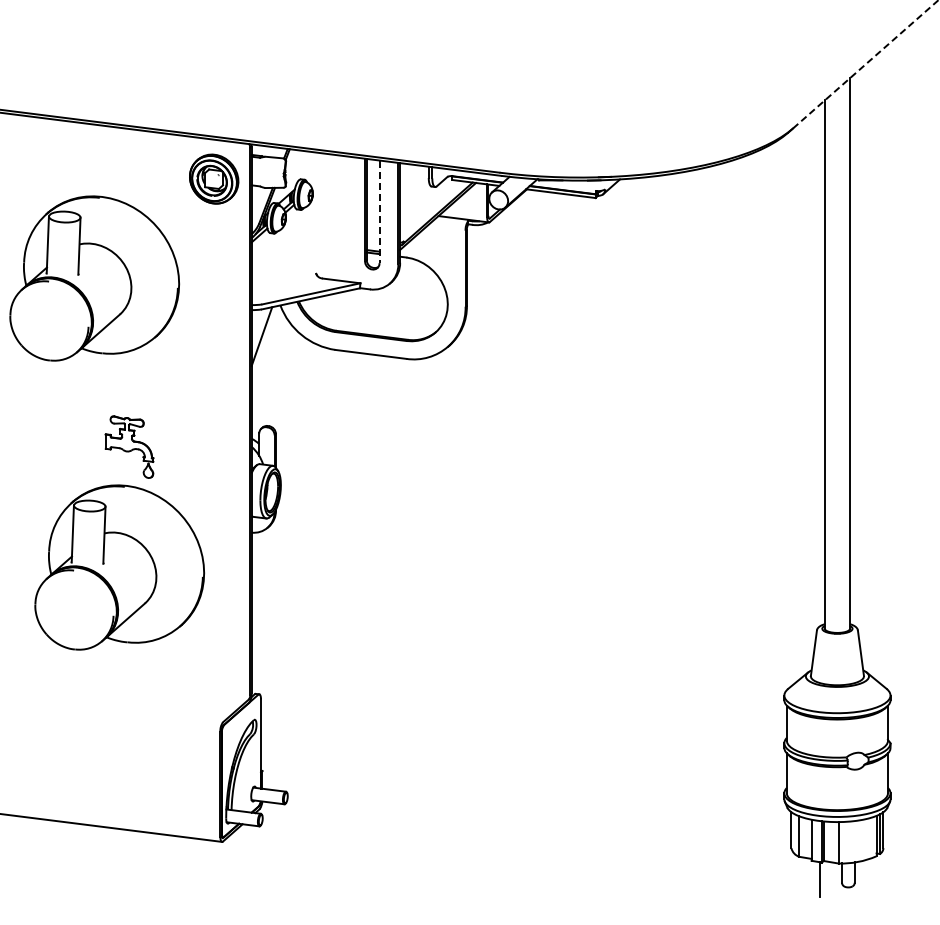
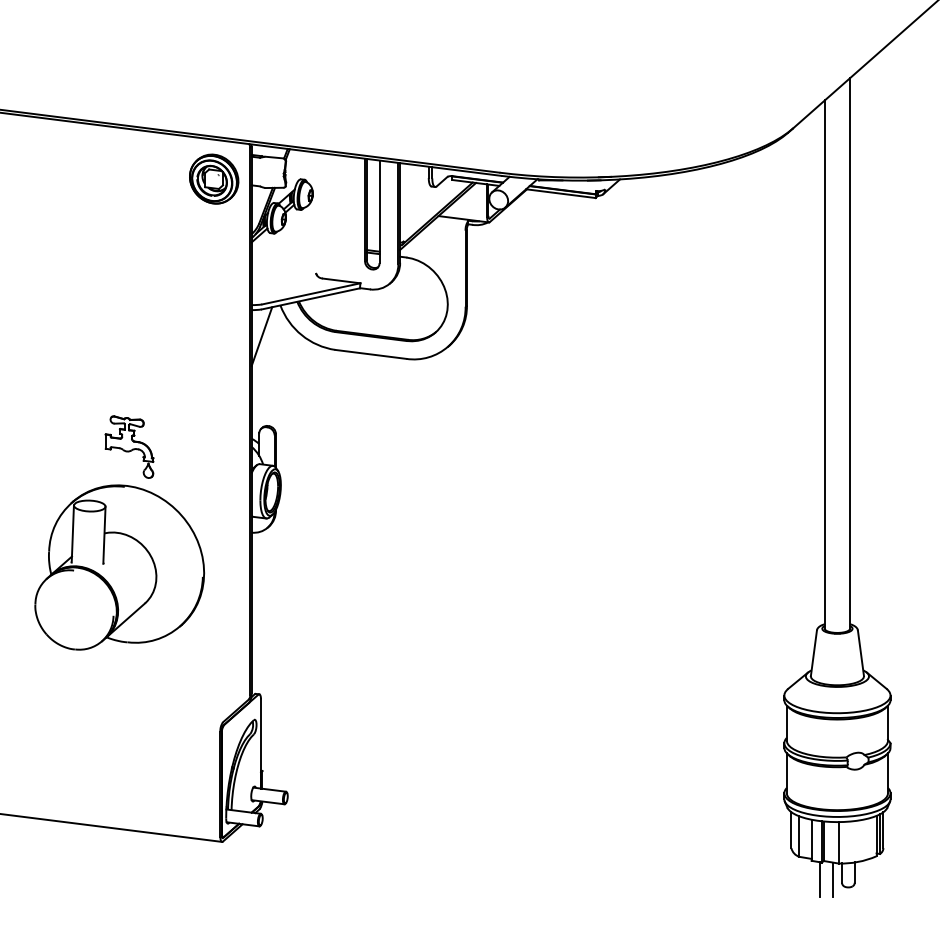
line at (865, 64): dashed -> solid
line at (379, 212): dashed -> solid
part at (94, 278): present -> none
line at (832, 879): none -> present
